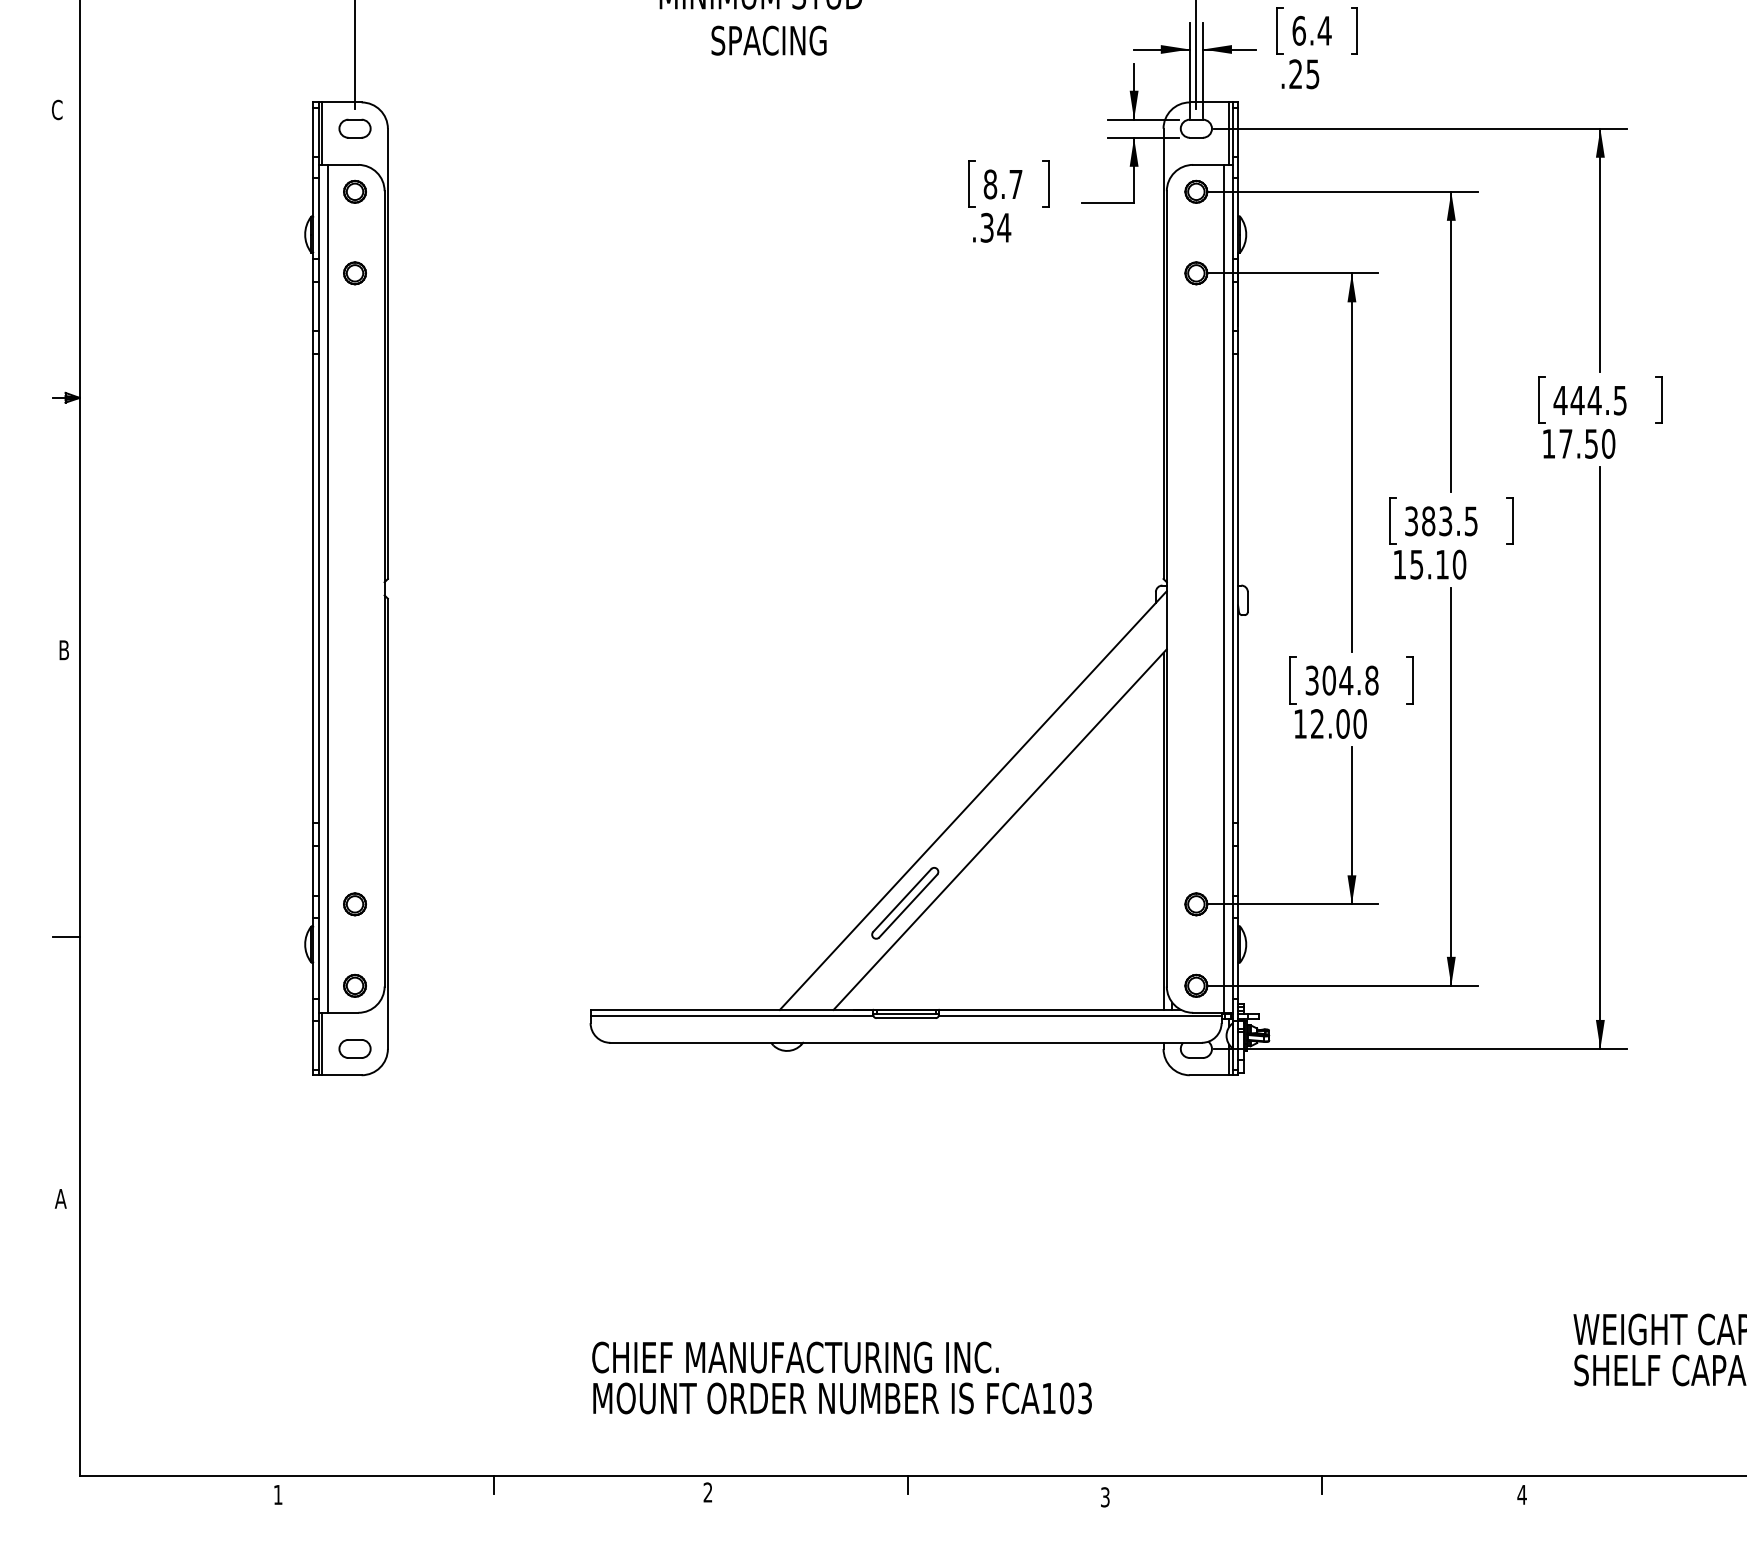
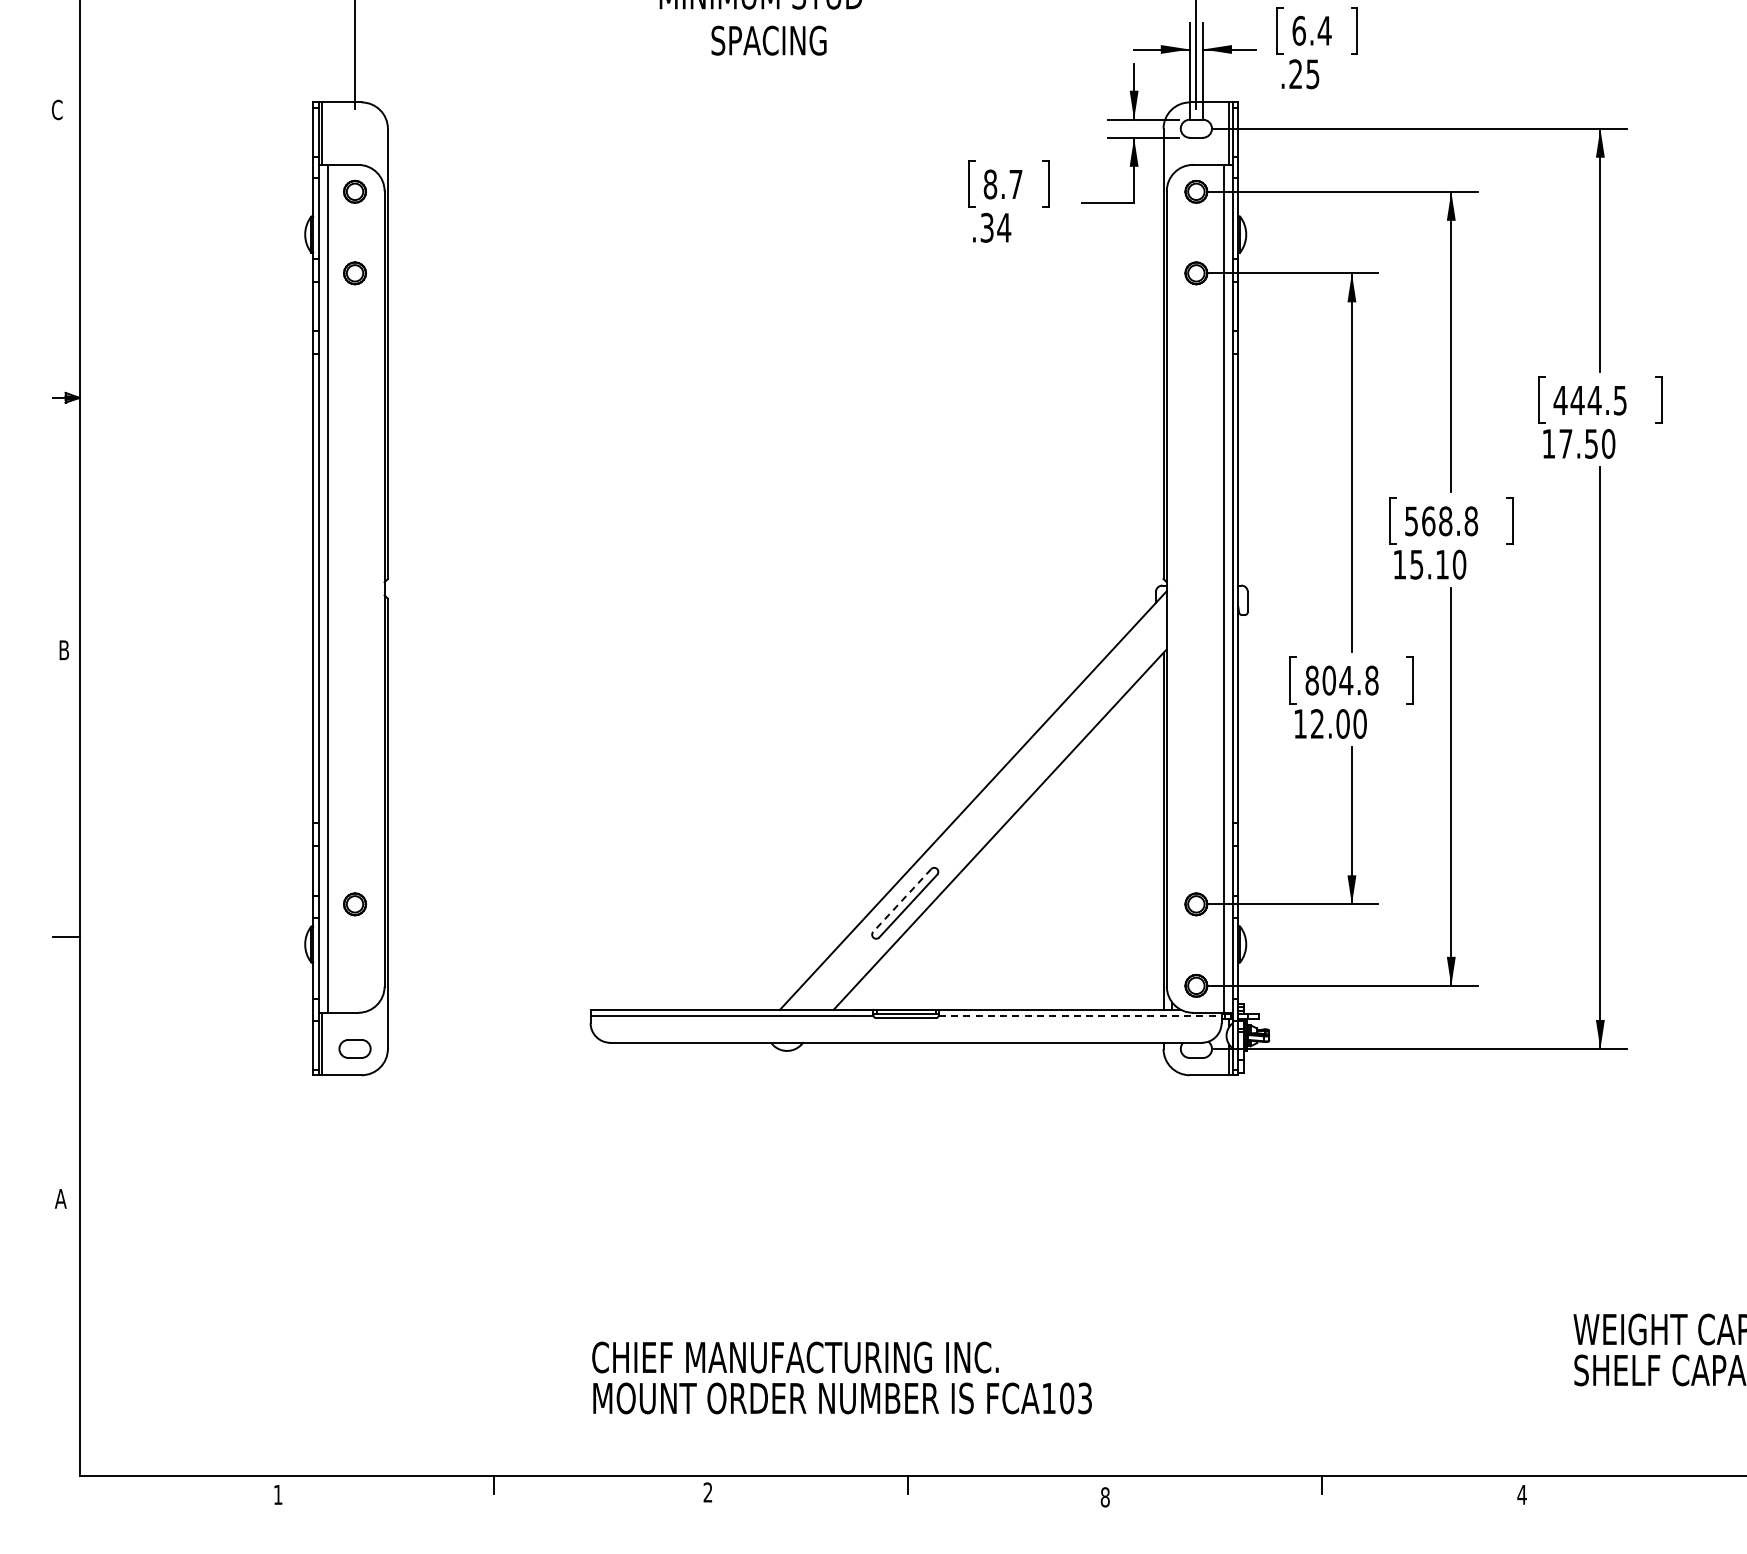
part at (354, 128): present -> none
text at (1441, 521): 383.5 -> 568.8
text at (1311, 680): 304.8 -> 804.8
line at (902, 900): solid -> dashed
part at (354, 985): present -> none
line at (1080, 1015): solid -> dashed
text at (1104, 1497): 3 -> 8
